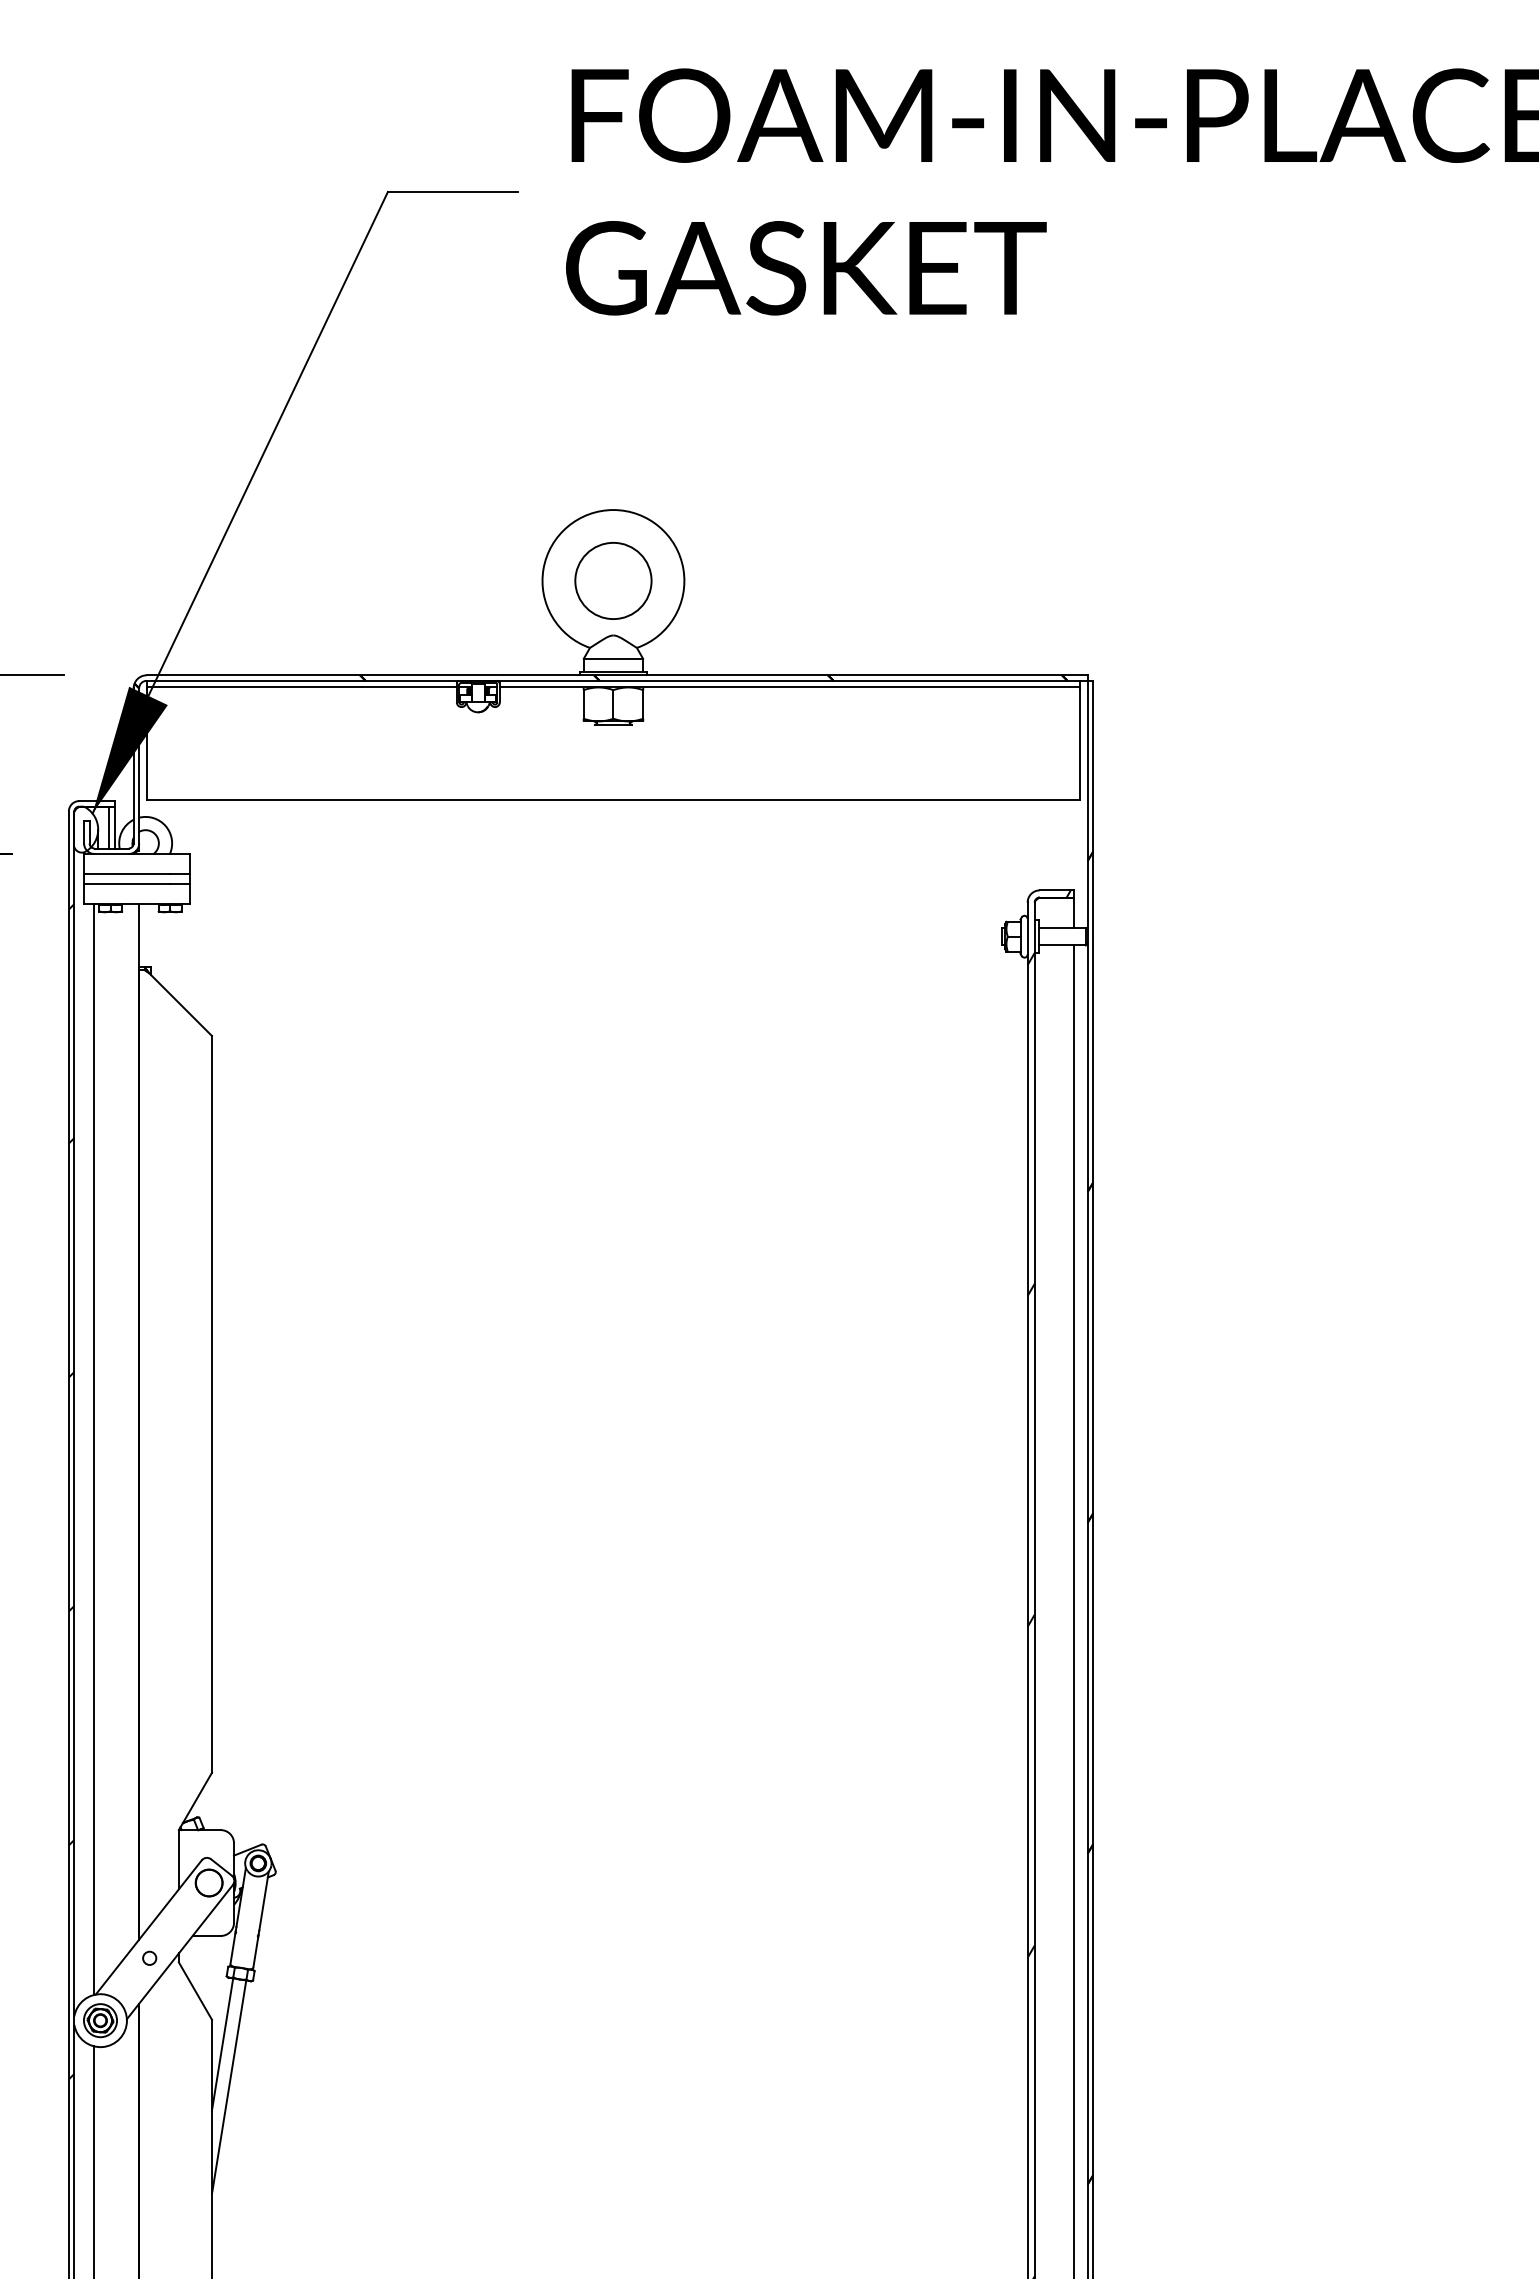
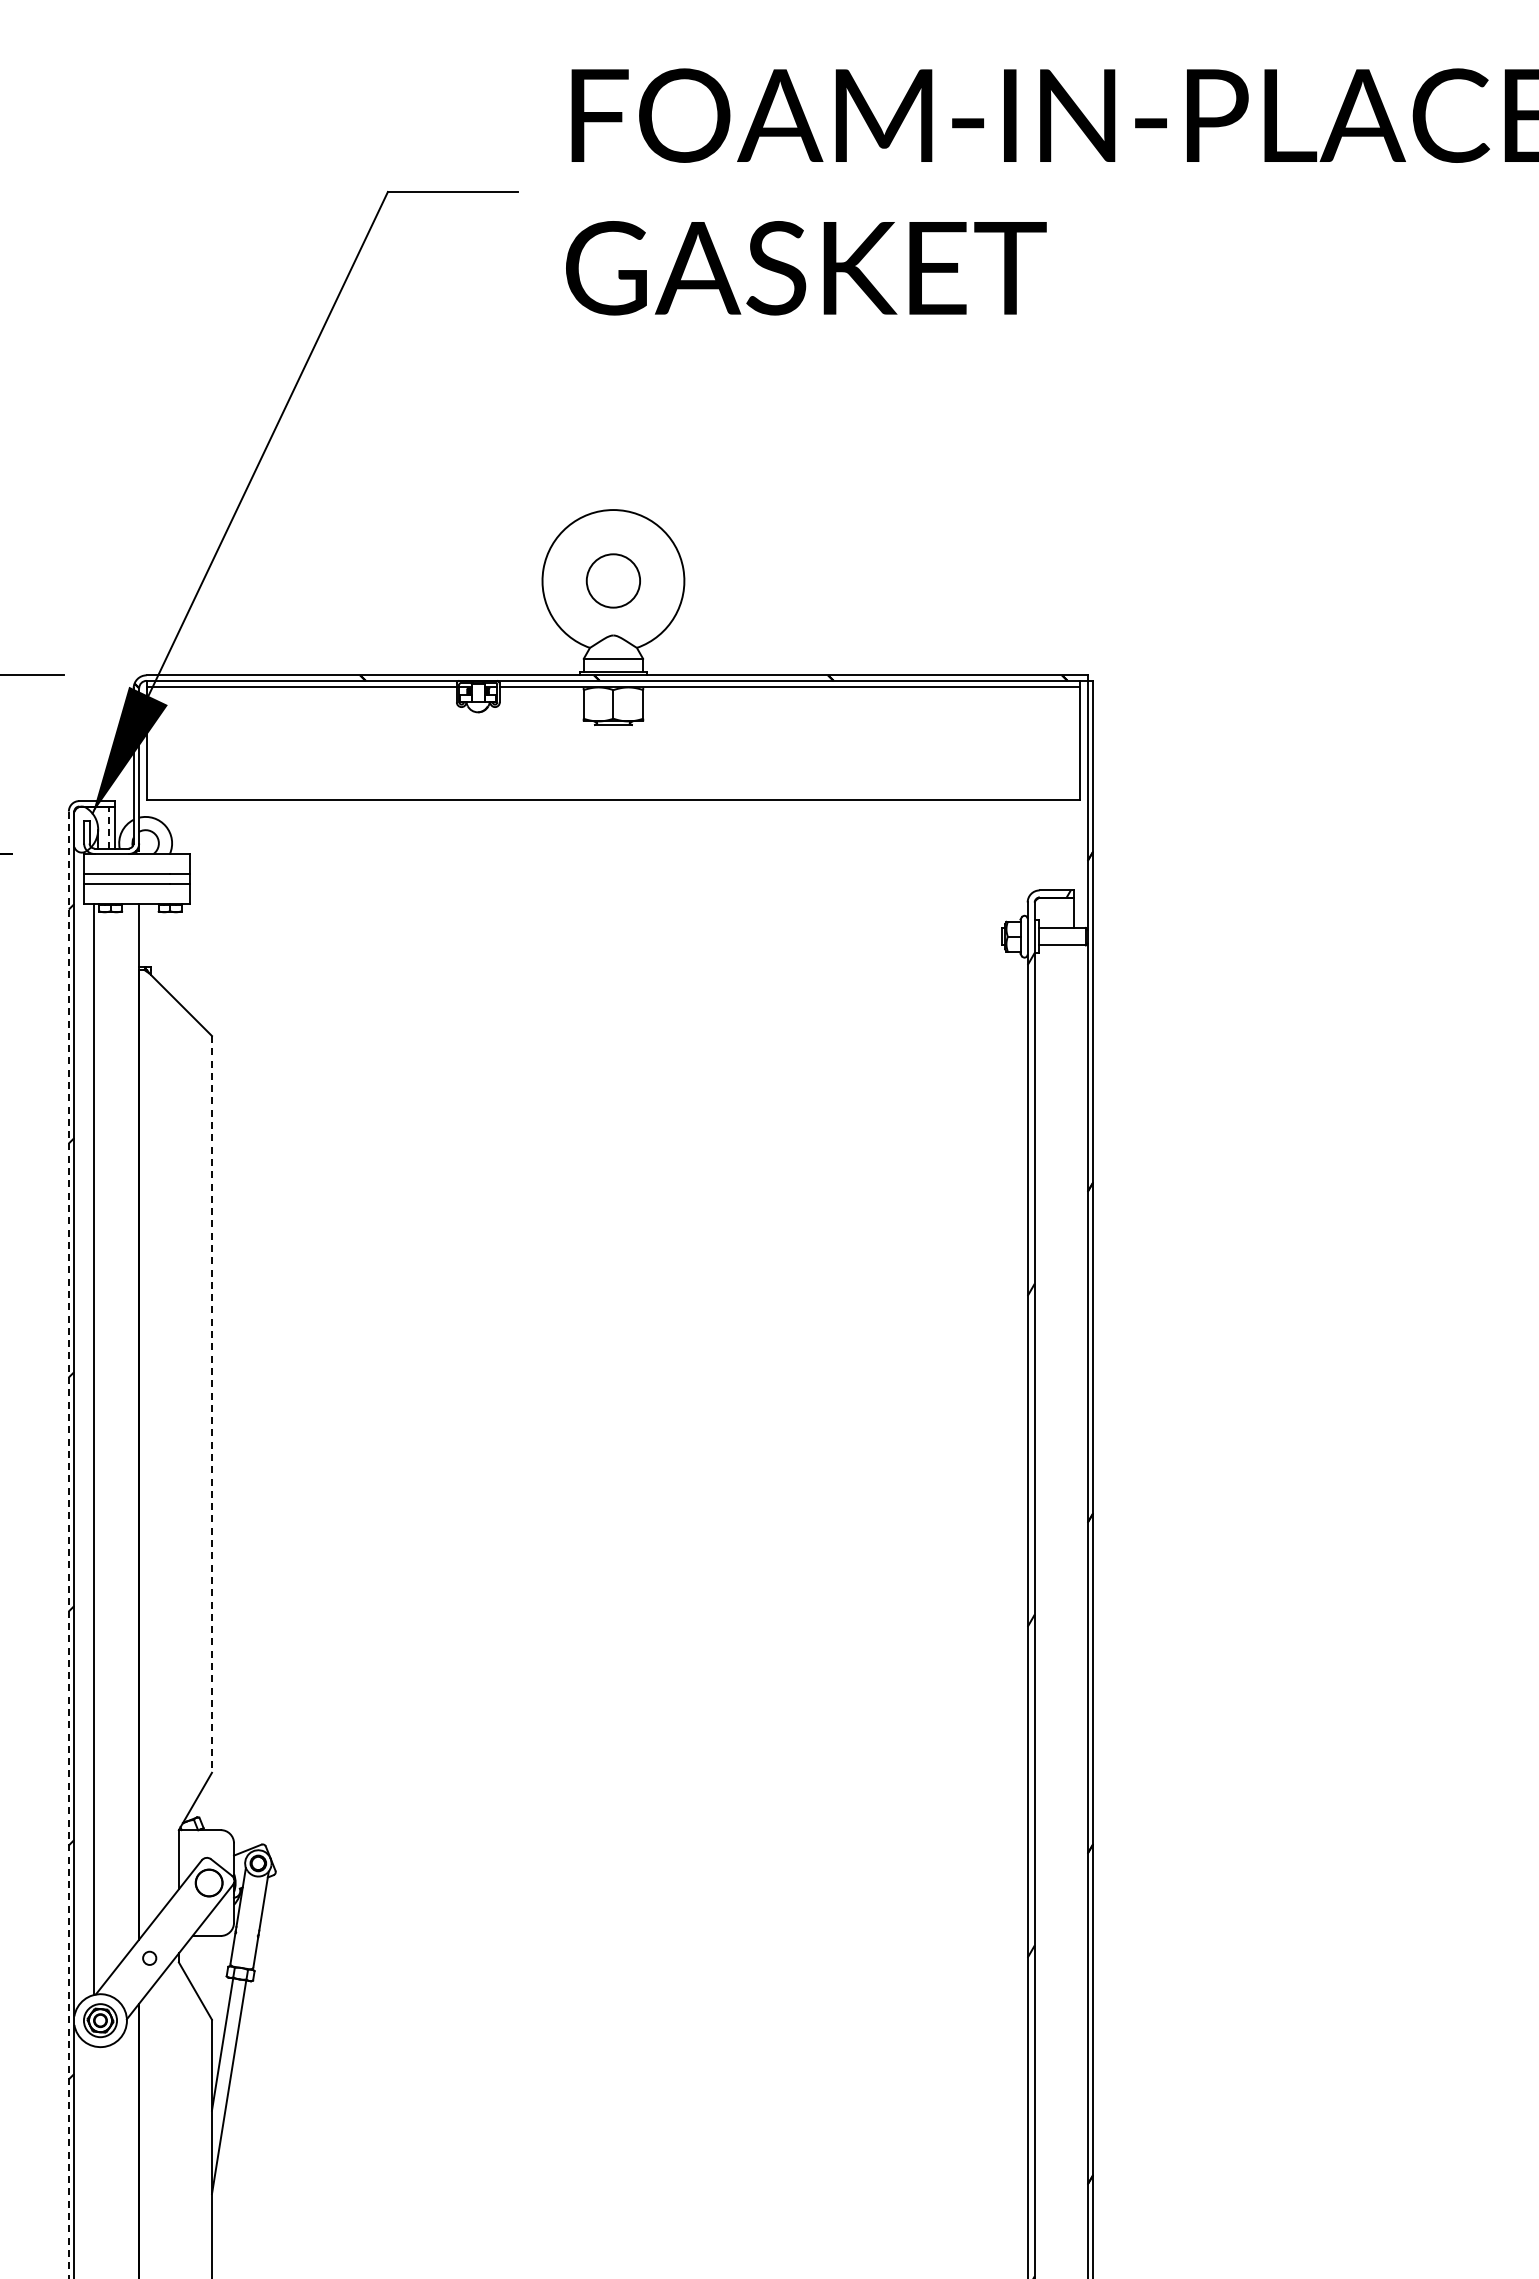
circle at (613, 580) size: 79x78 px -> 56x56 px
line at (108, 827): solid -> dashed
line at (211, 1404): solid -> dashed
line at (68, 1545): solid -> dashed
line at (1074, 1610): present -> none
line at (94, 2160): present -> none
